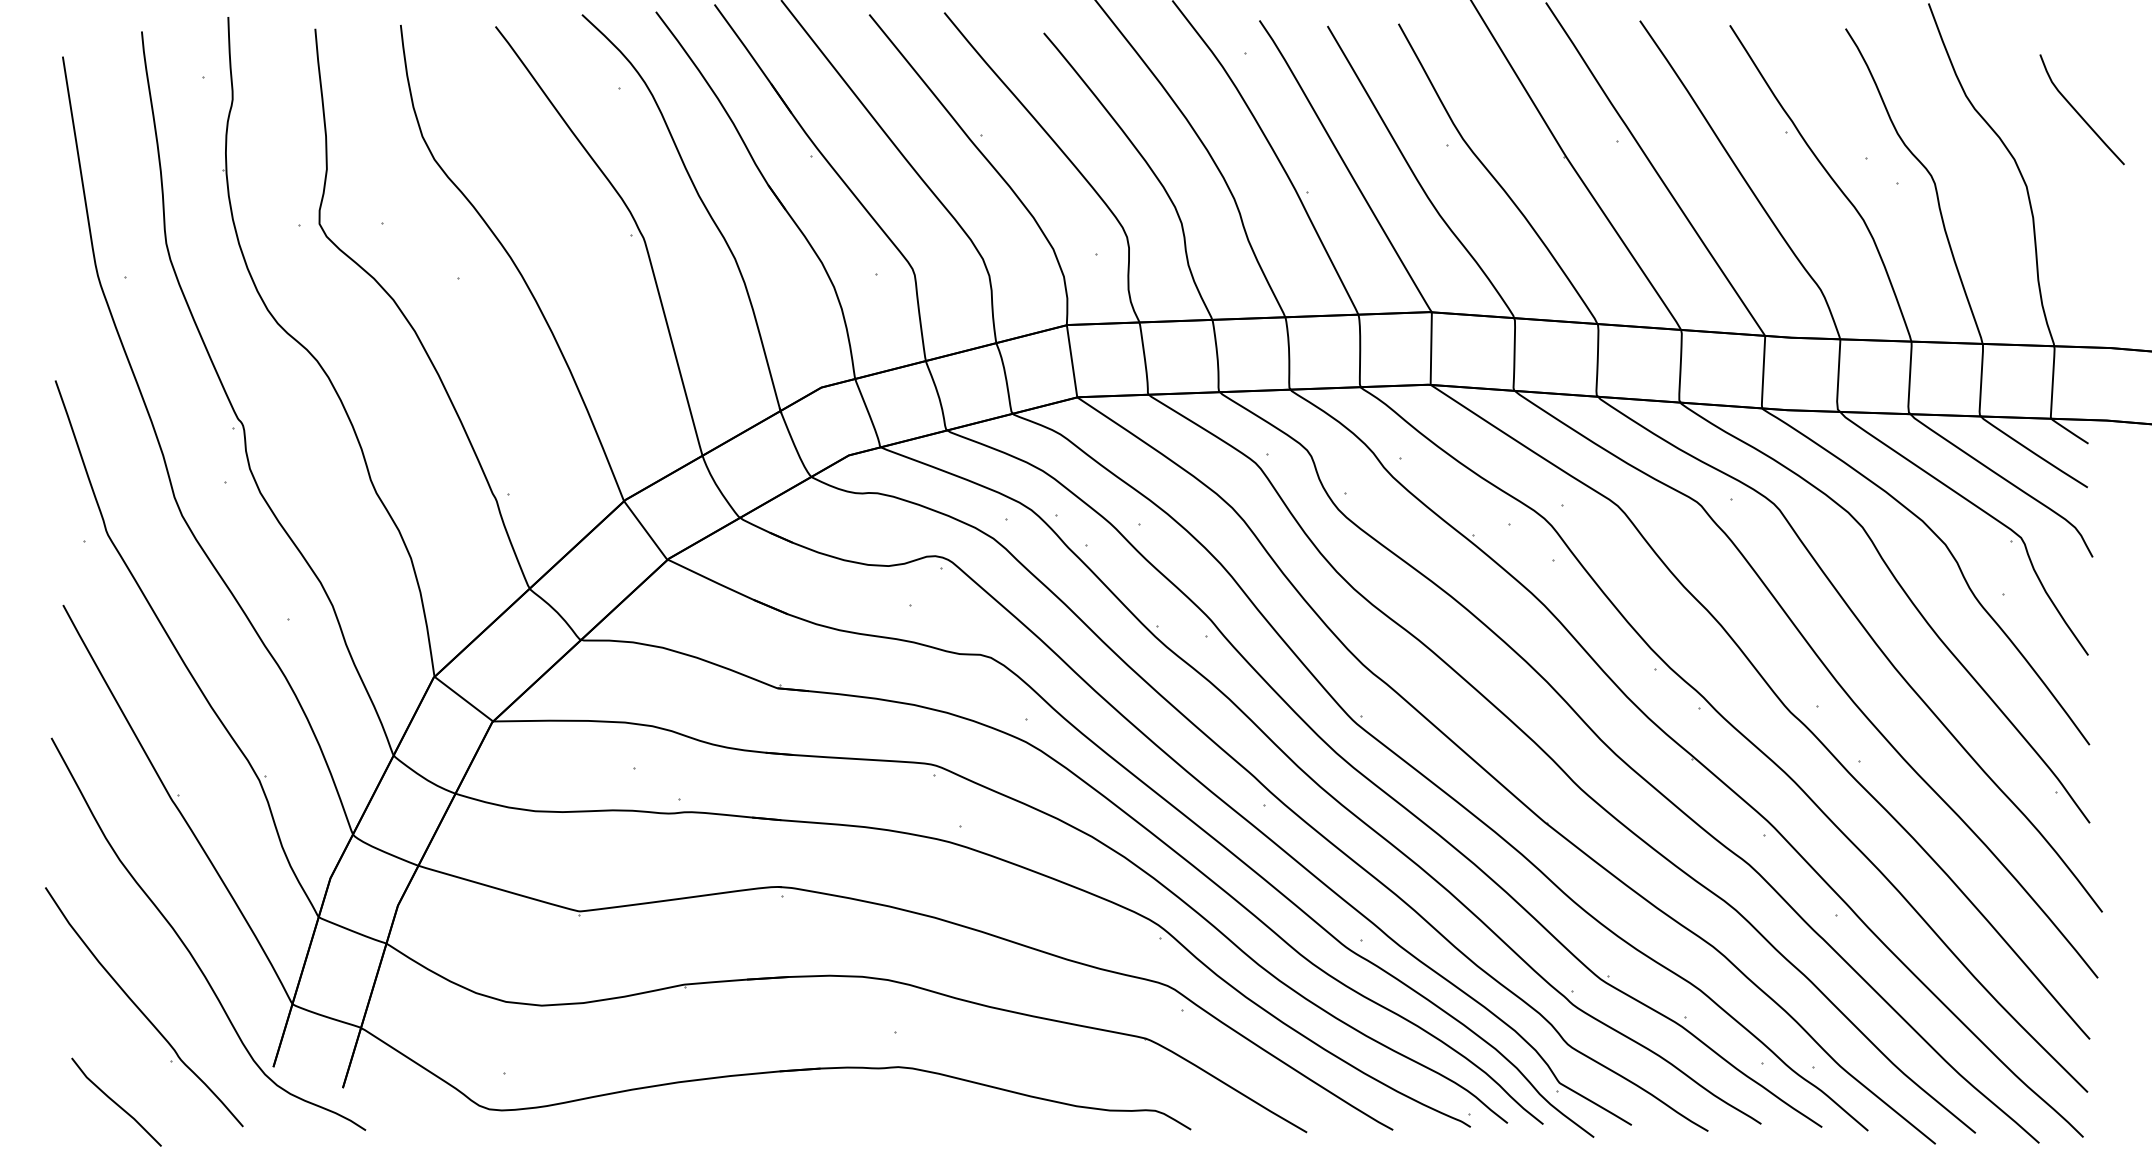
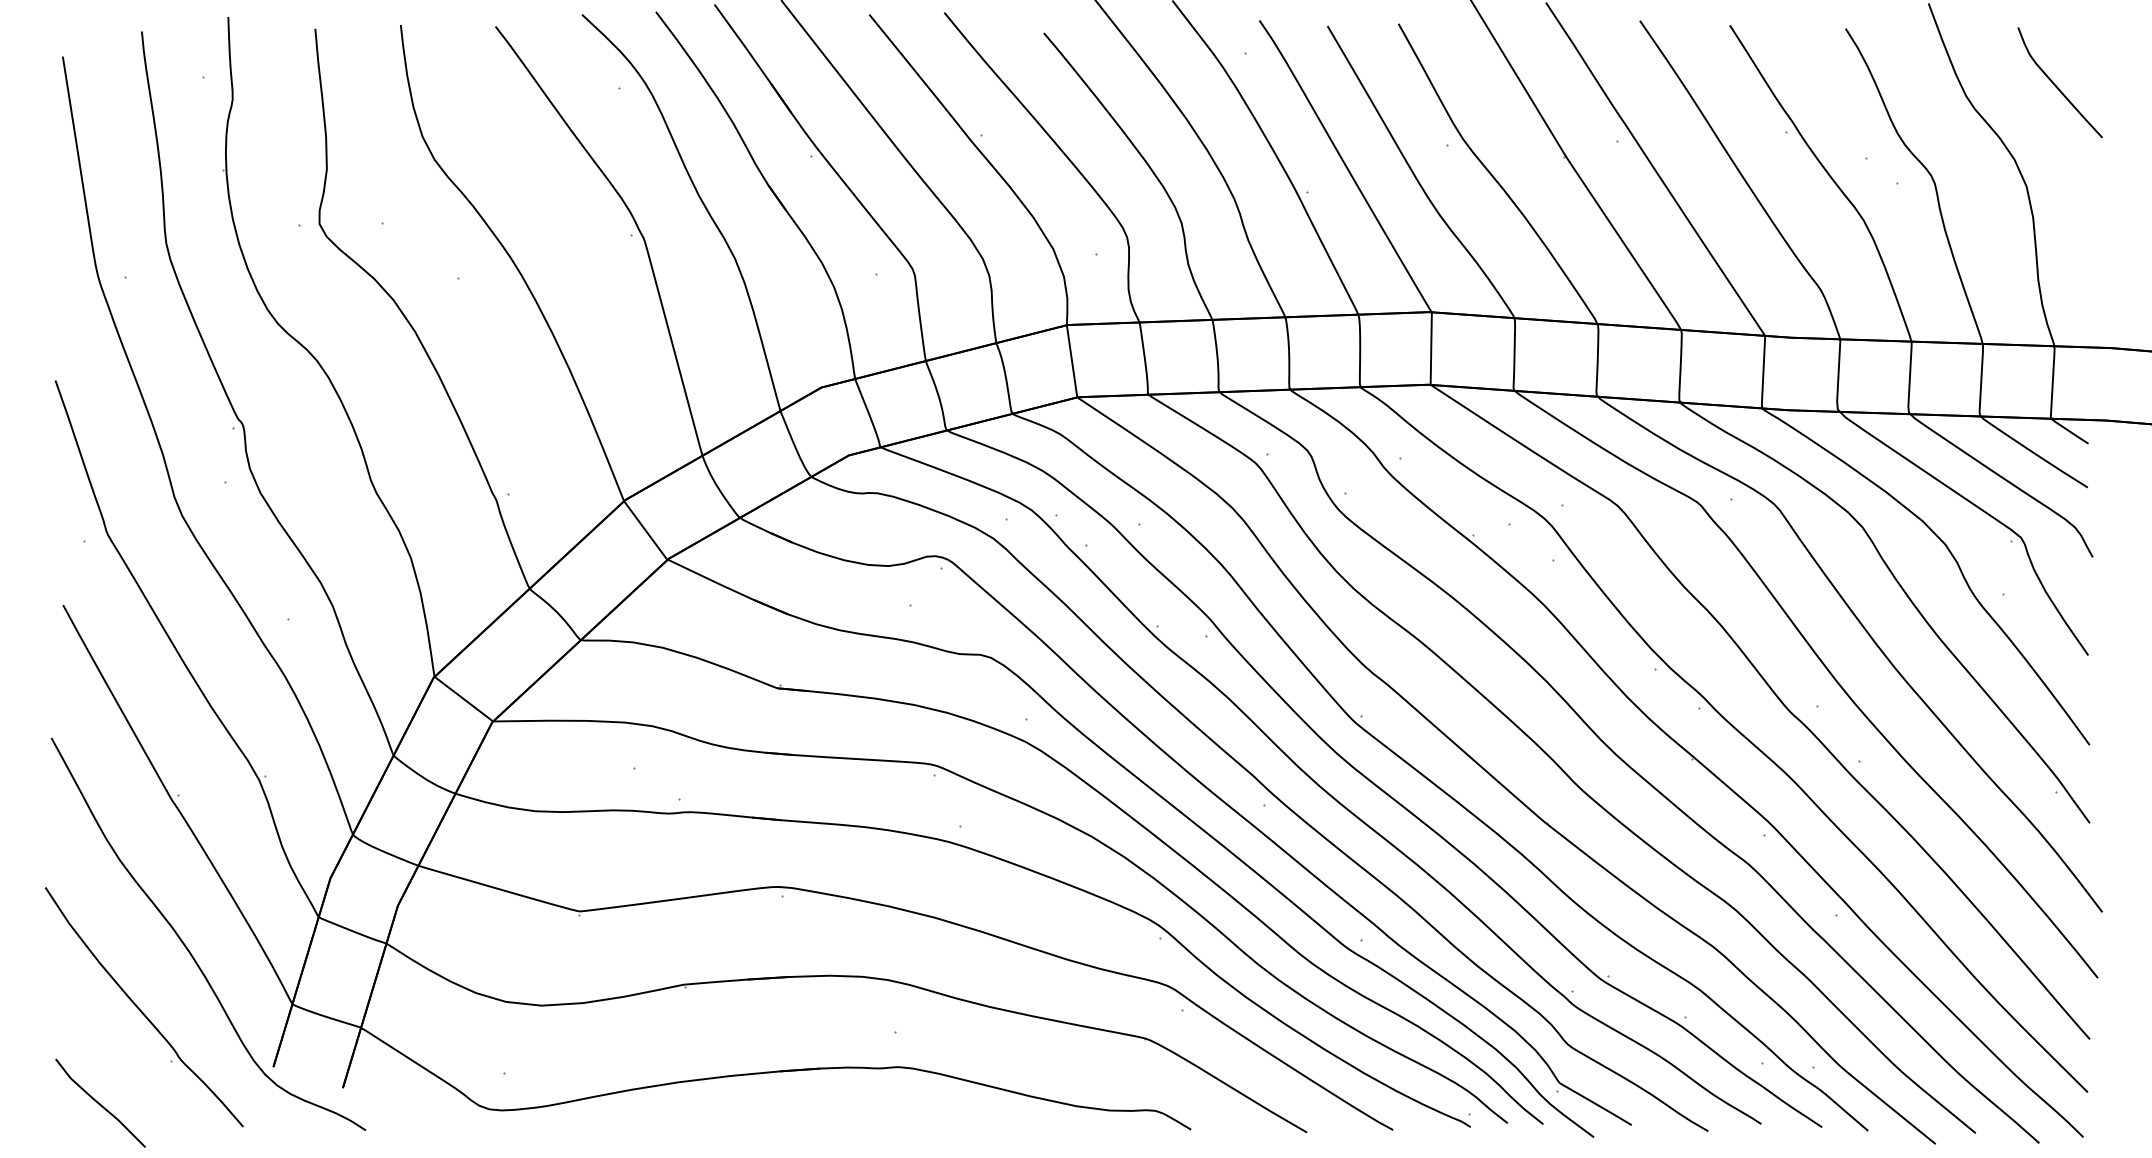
curve at (2078, 112) position: (2078, 112) -> (2056, 85)
line at (115, 1101) position: (115, 1101) -> (99, 1102)
